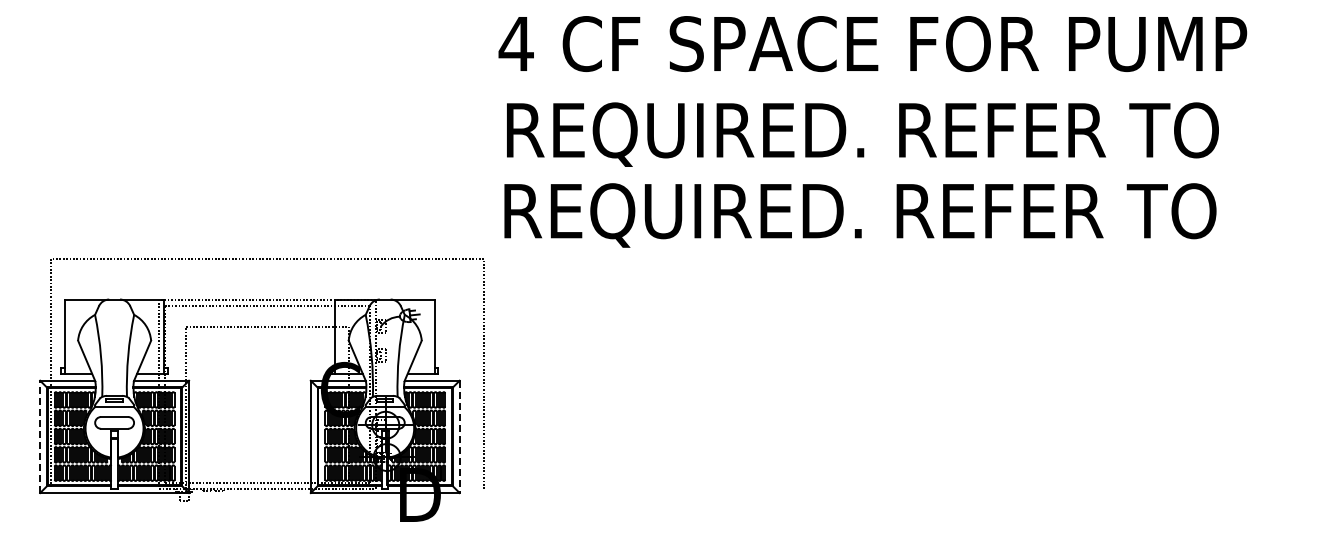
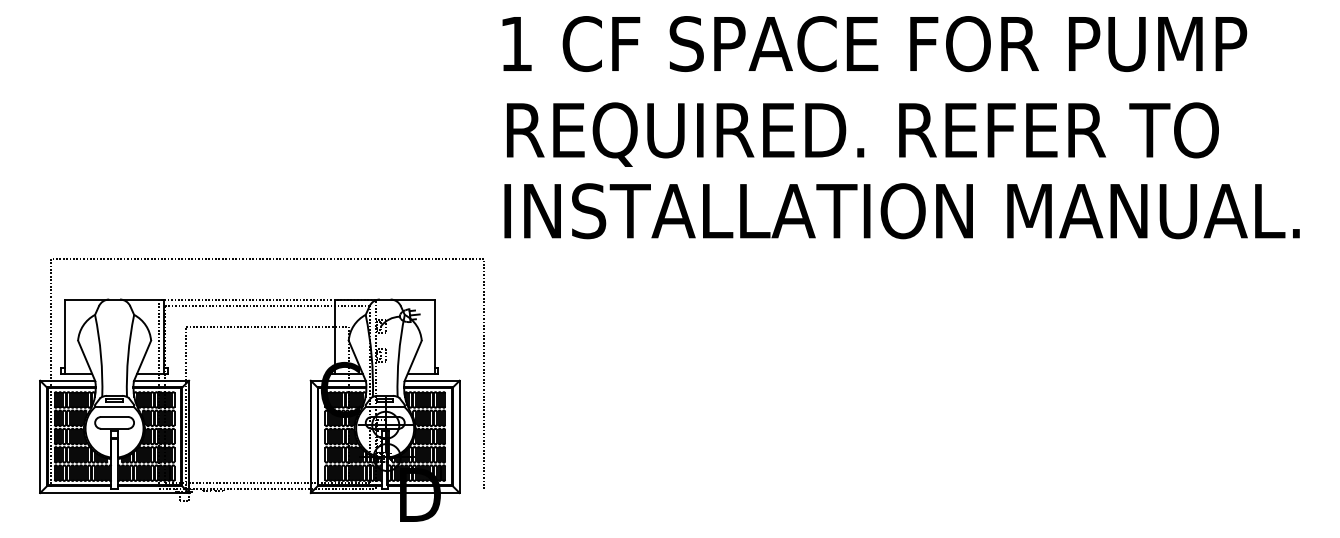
text at (515, 43): 4 -> 1
text at (905, 215): REQUIRED. REFER TO -> INSTALLATION MANUAL.
line at (40, 436): dashed -> solid
line at (459, 437): dashed -> solid
